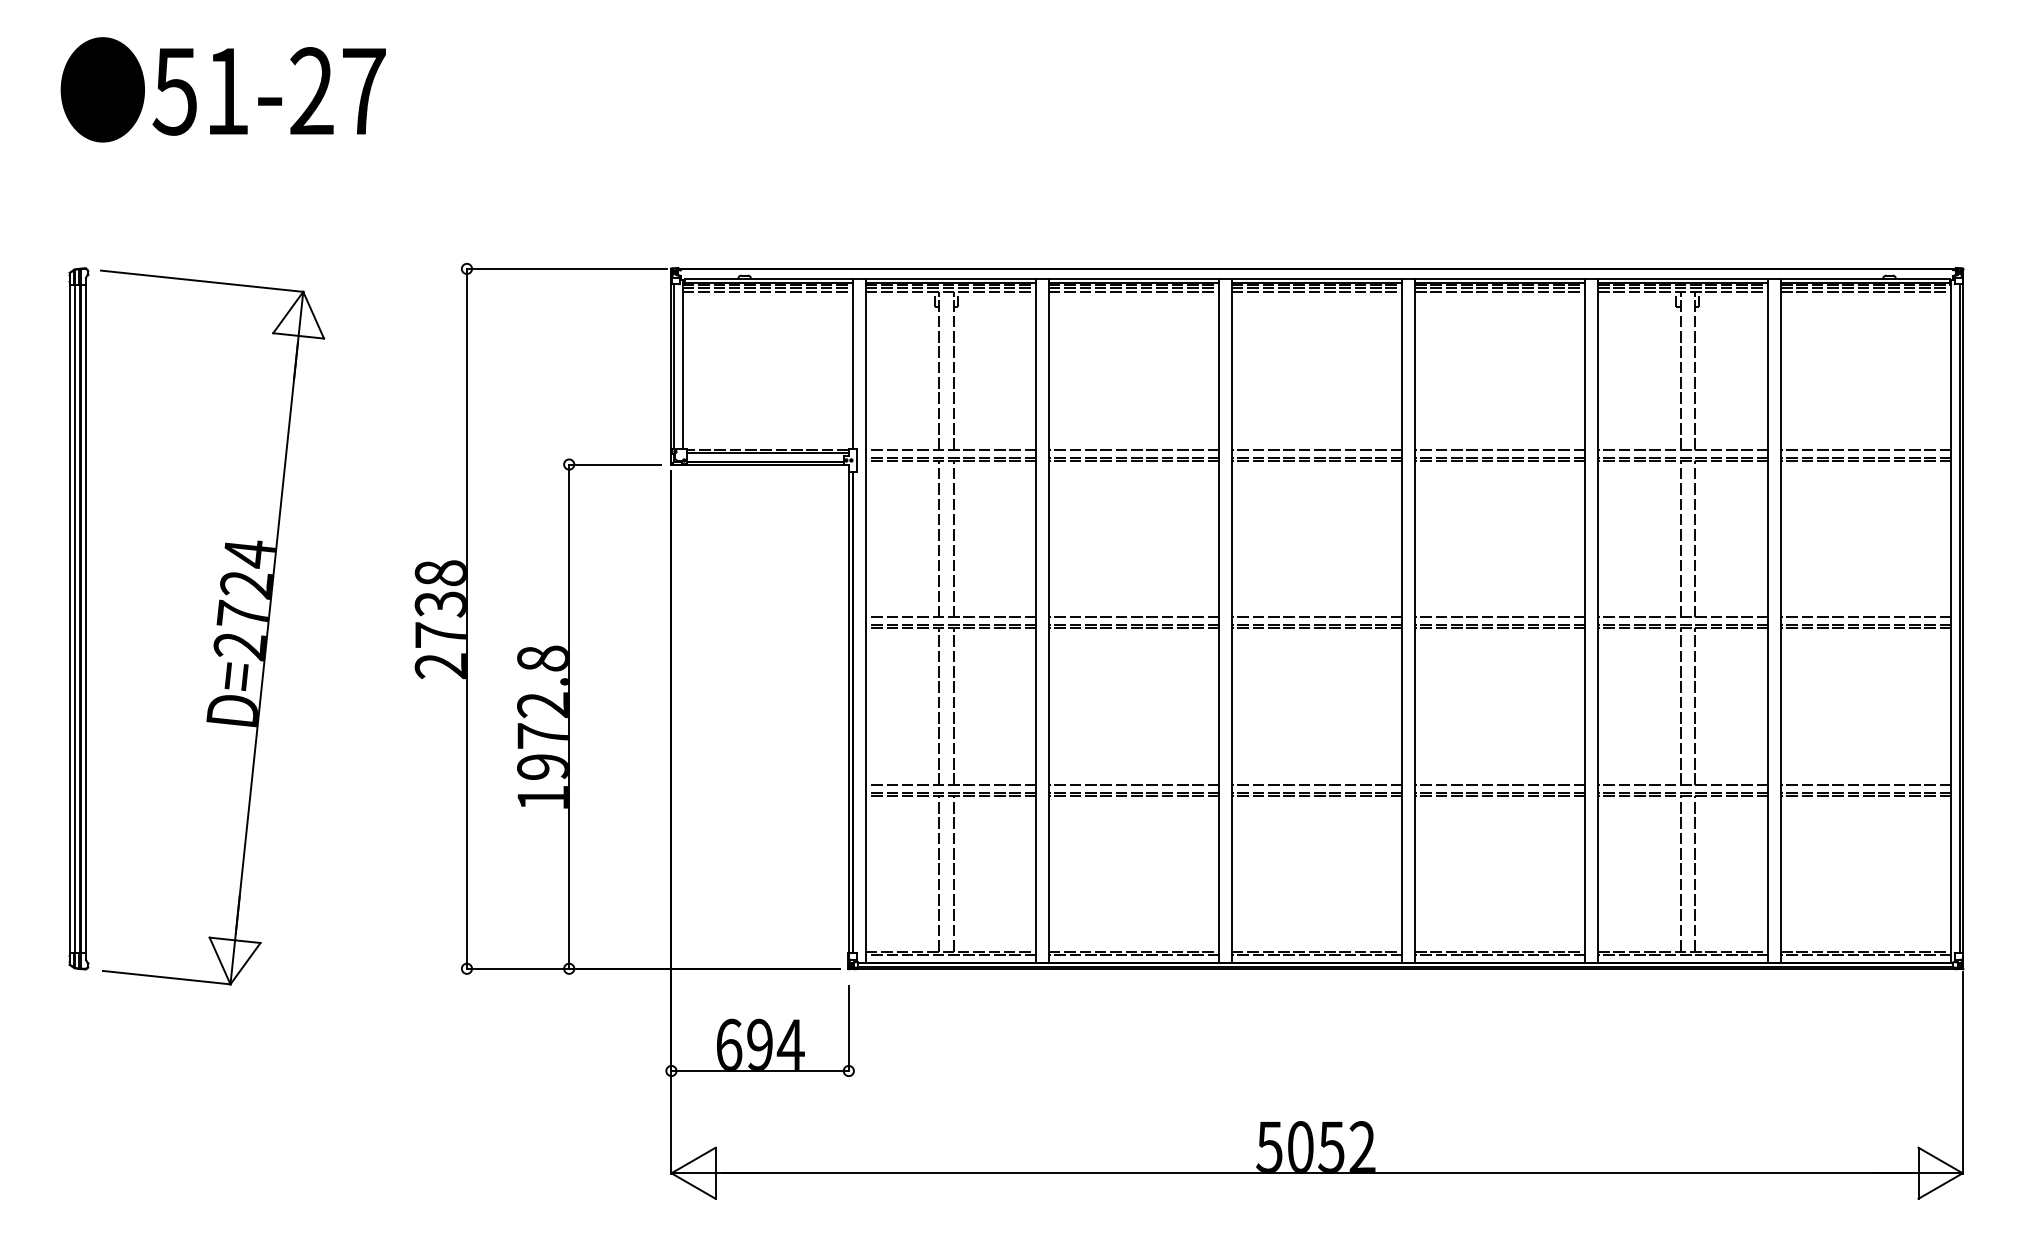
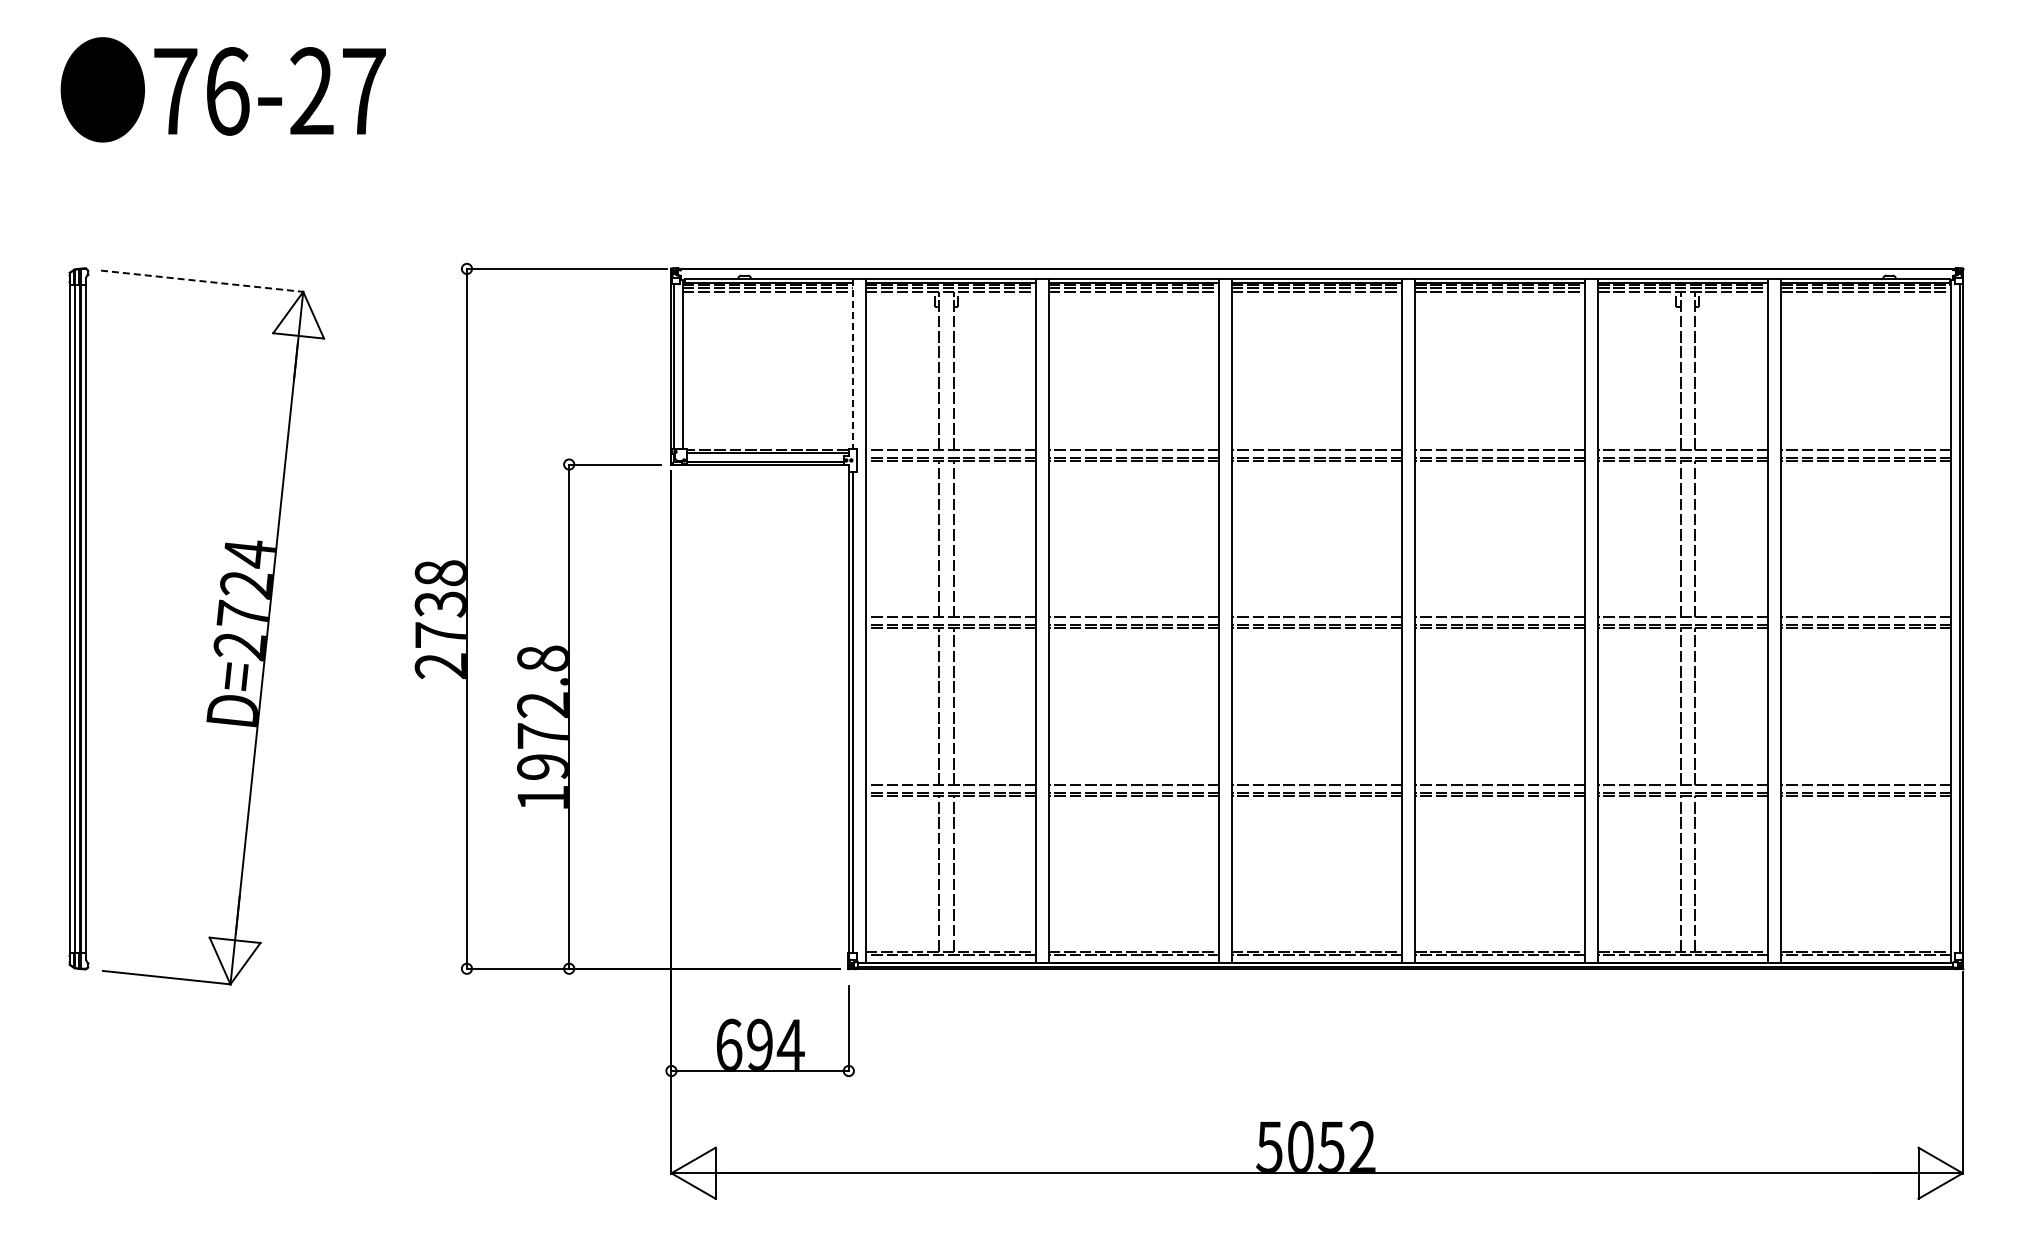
text at (200, 91): 51-27 -> 76-27
line at (202, 281): solid -> dashed
line at (853, 364): solid -> dashed
